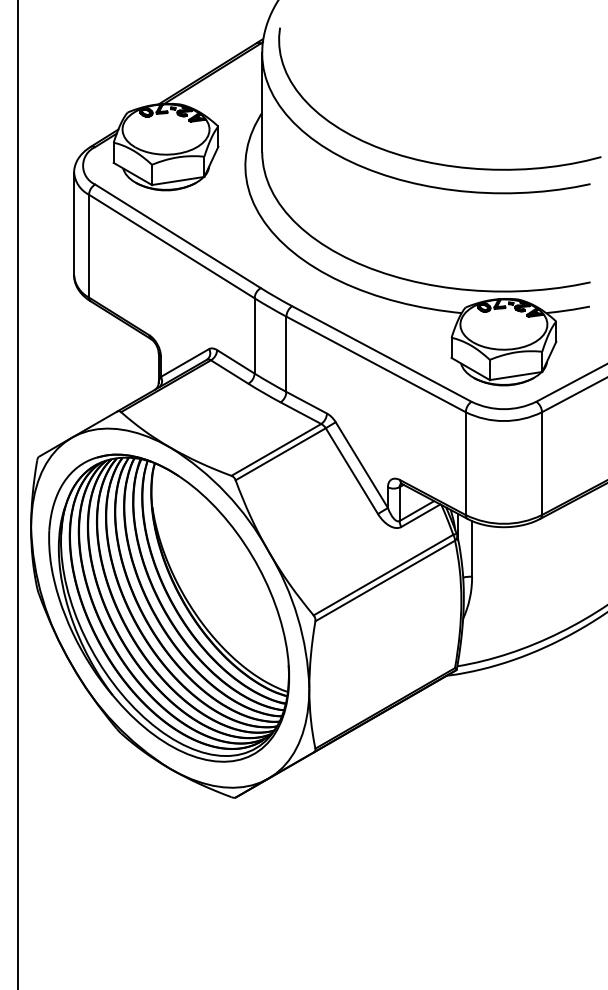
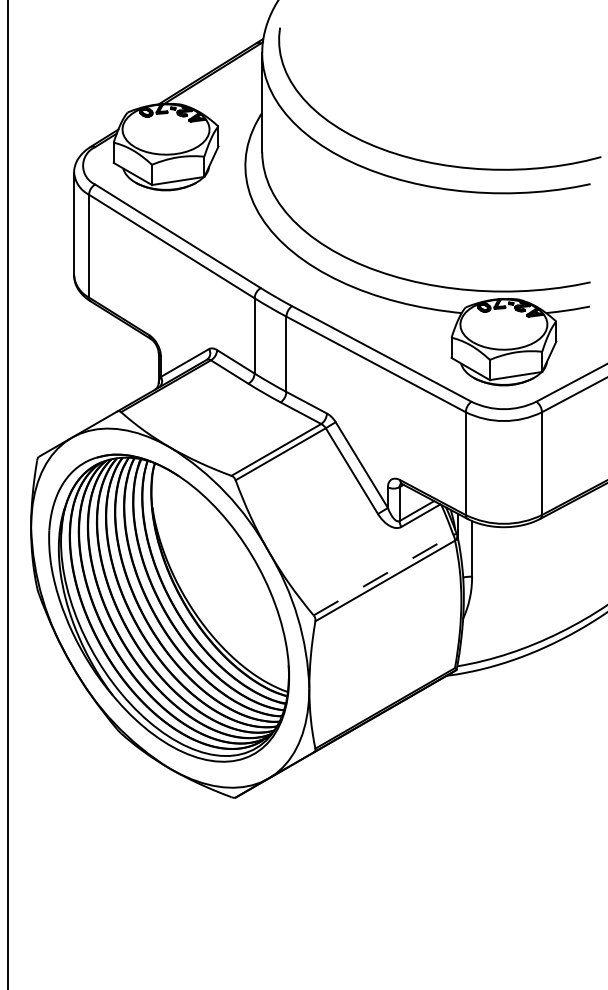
line at (18, 494) position: (18, 494) -> (8, 494)
line at (383, 575): solid -> dashed
